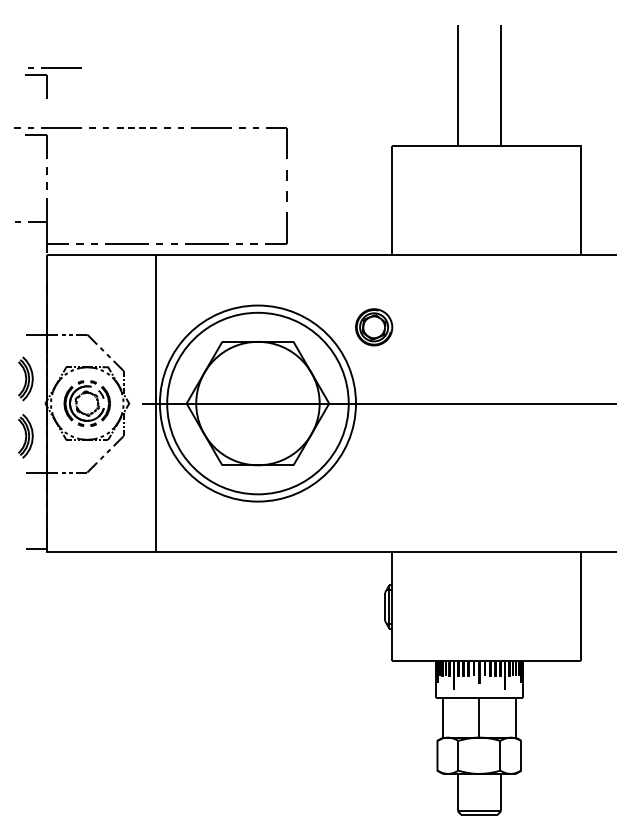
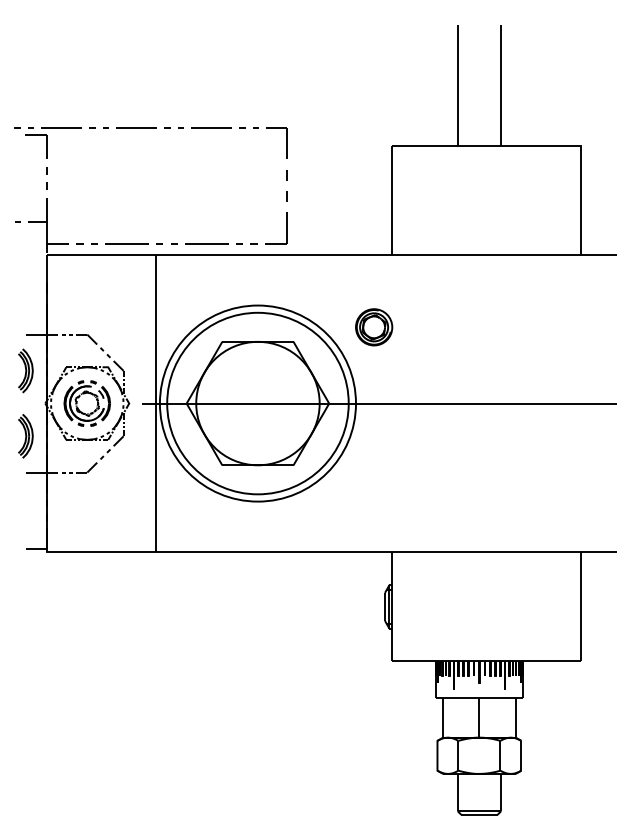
part at (53, 82): present -> none
line at (136, 127): dashed -> solid
part at (25, 378) position: (25, 378) -> (25, 370)
